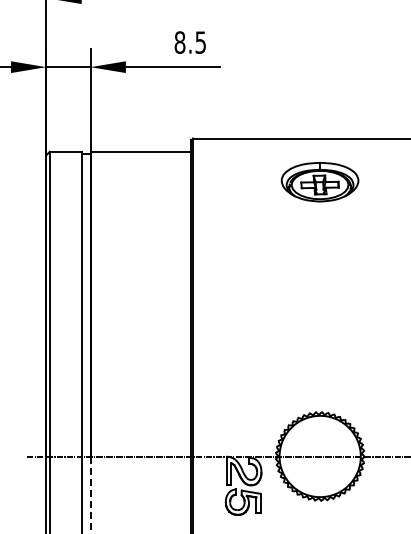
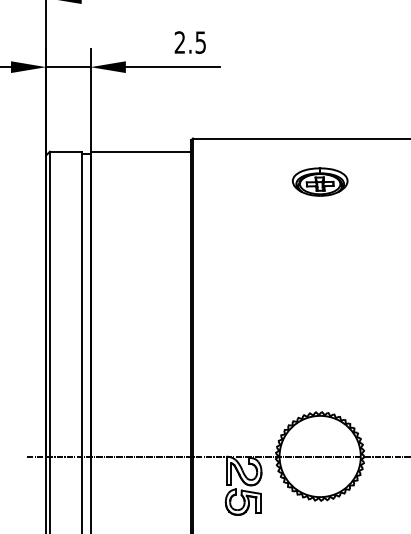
text at (179, 42): 8.5 -> 2.5
part at (319, 182) size: 80x41 px -> 57x30 px
line at (90, 495): dashed -> solid
